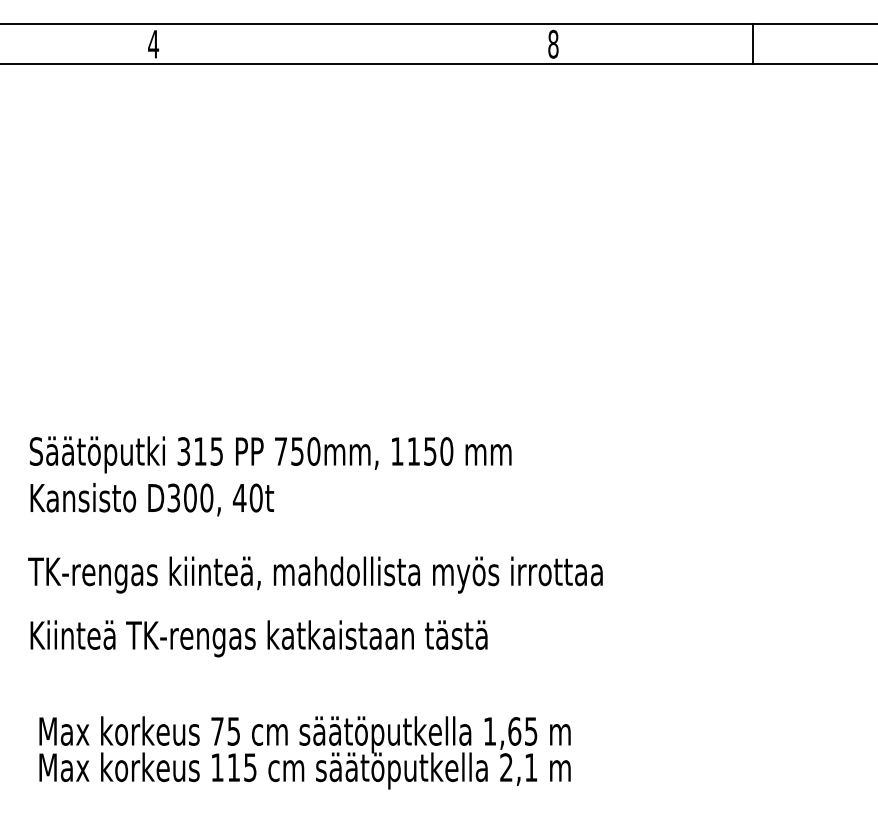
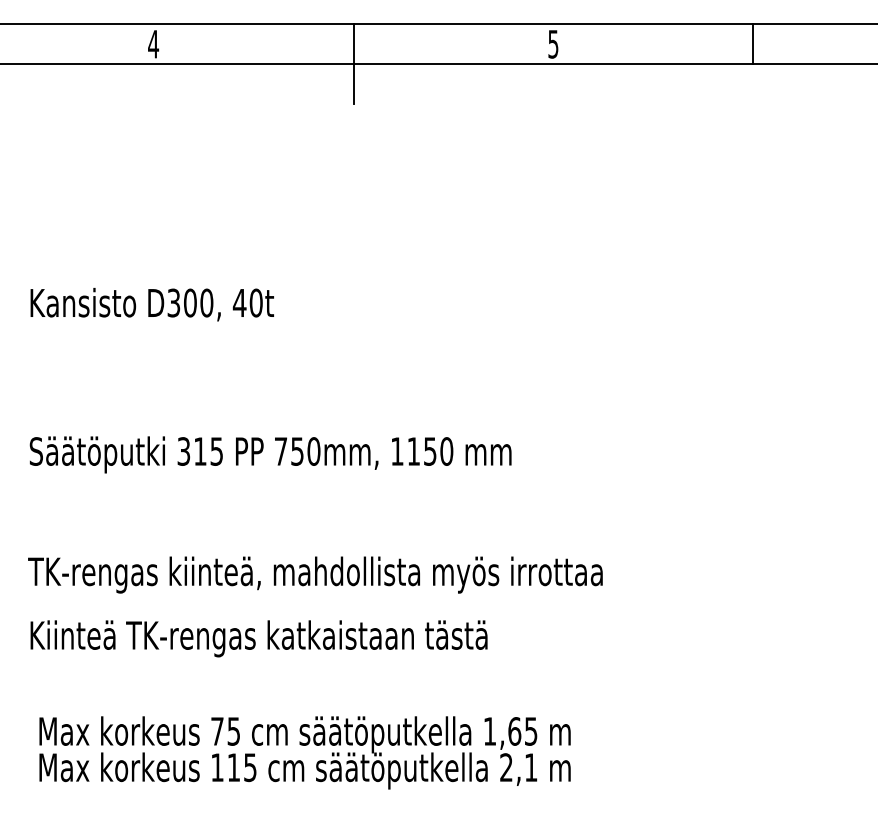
text at (553, 43): 8 -> 5
line at (353, 64): none -> present
text at (151, 499) position: (151, 499) -> (151, 304)
